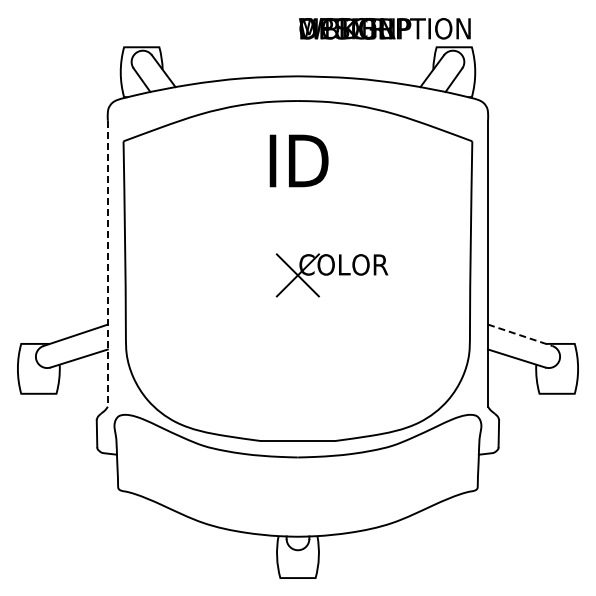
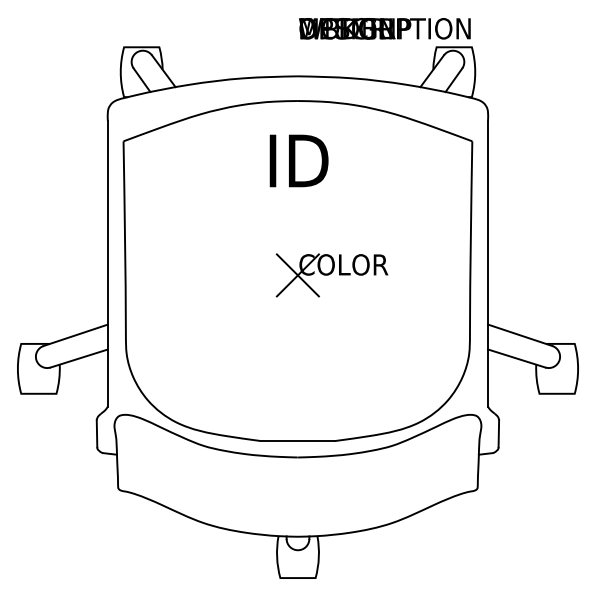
line at (107, 263): dashed -> solid
line at (520, 335): dashed -> solid
